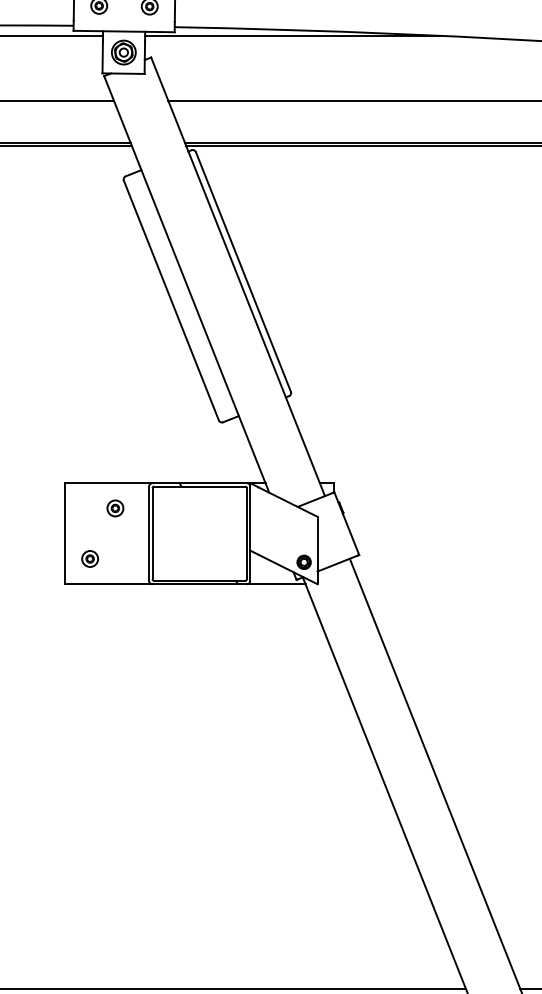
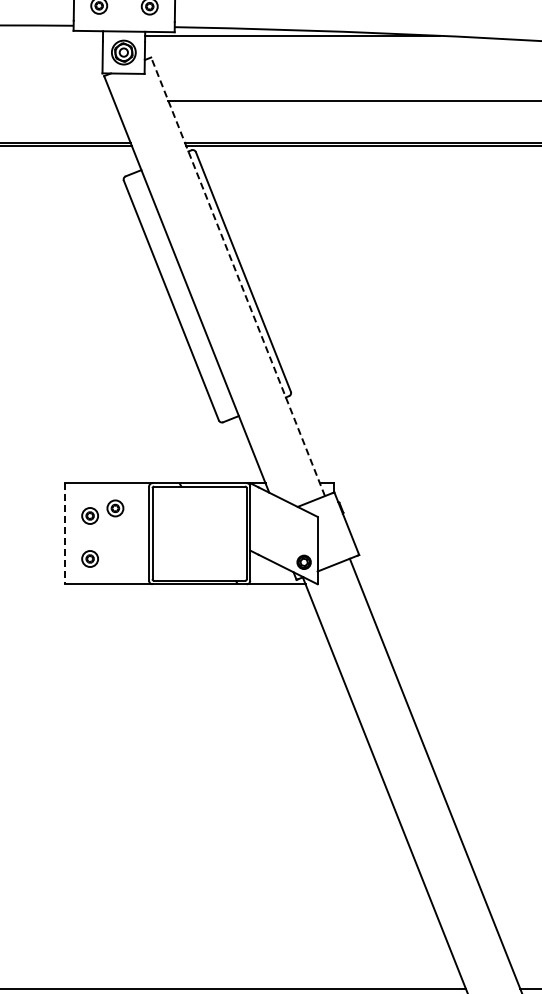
line at (52, 35): present -> none
line at (57, 100): present -> none
line at (238, 276): solid -> dashed
part at (89, 515): none -> present
line at (64, 533): solid -> dashed
